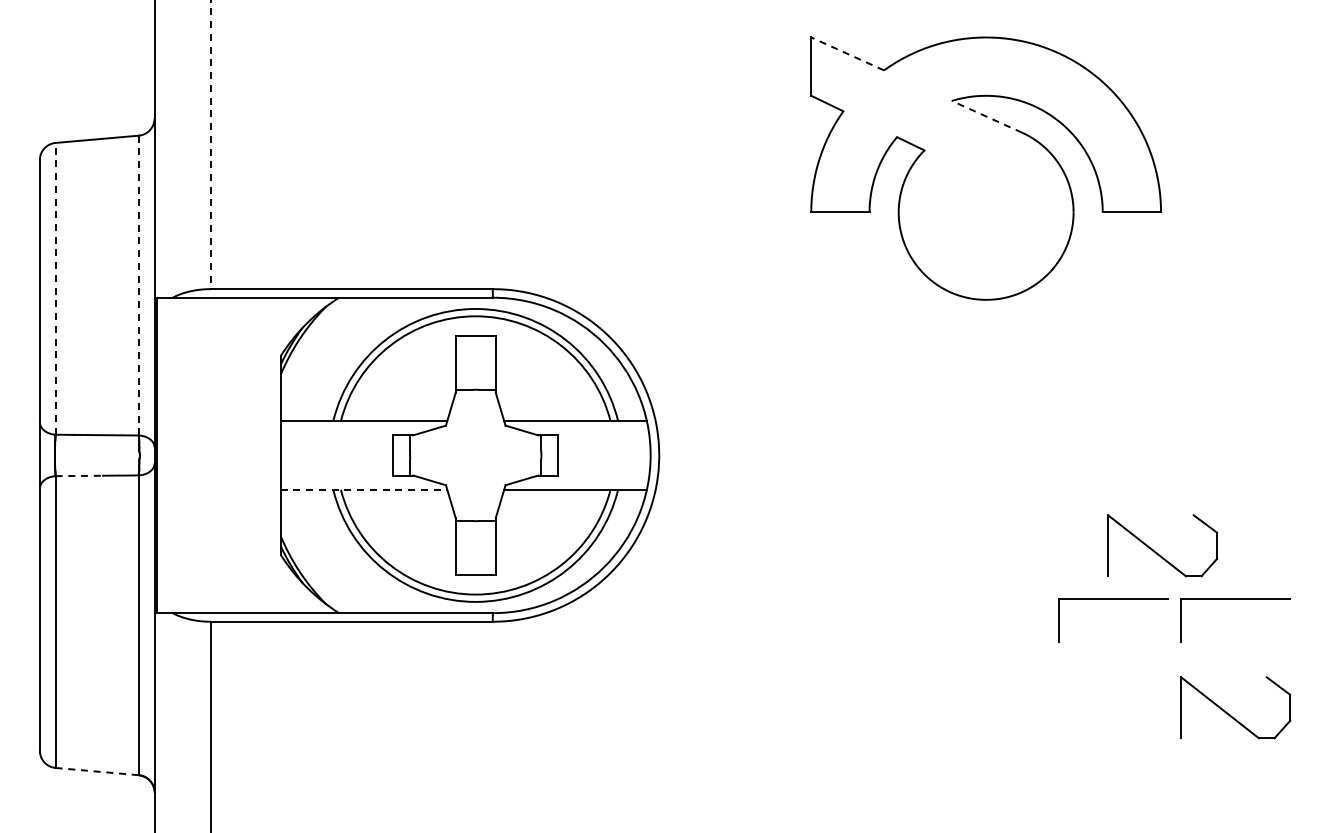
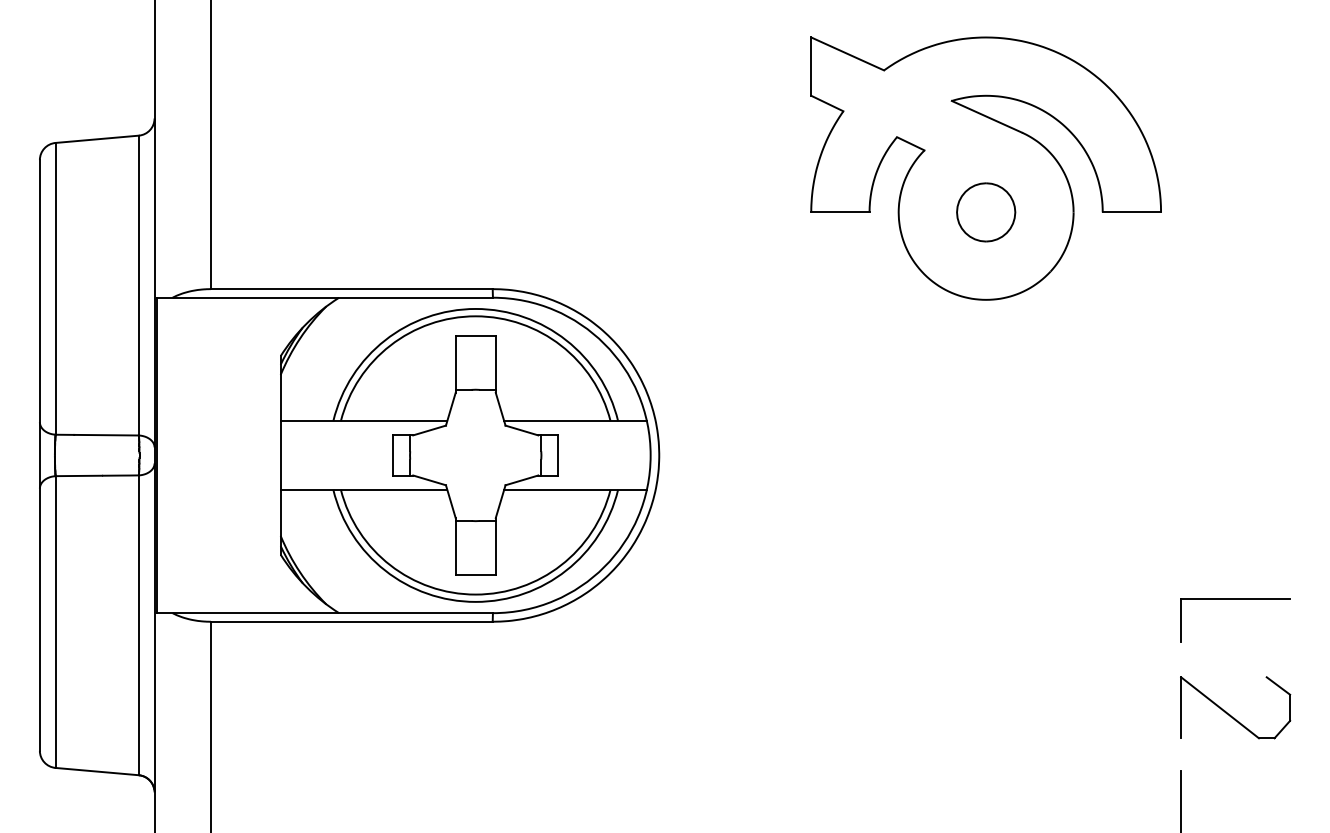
line at (847, 53): dashed -> solid
line at (986, 116): dashed -> solid
line at (210, 145): dashed -> solid
part at (986, 212): none -> present
line at (138, 285): dashed -> solid
line at (55, 288): dashed -> solid
line at (79, 475): dashed -> solid
line at (364, 489): dashed -> solid
part at (1157, 552): present -> none
part at (1113, 599): present -> none
line at (97, 771): dashed -> solid
line at (1181, 799): none -> present
